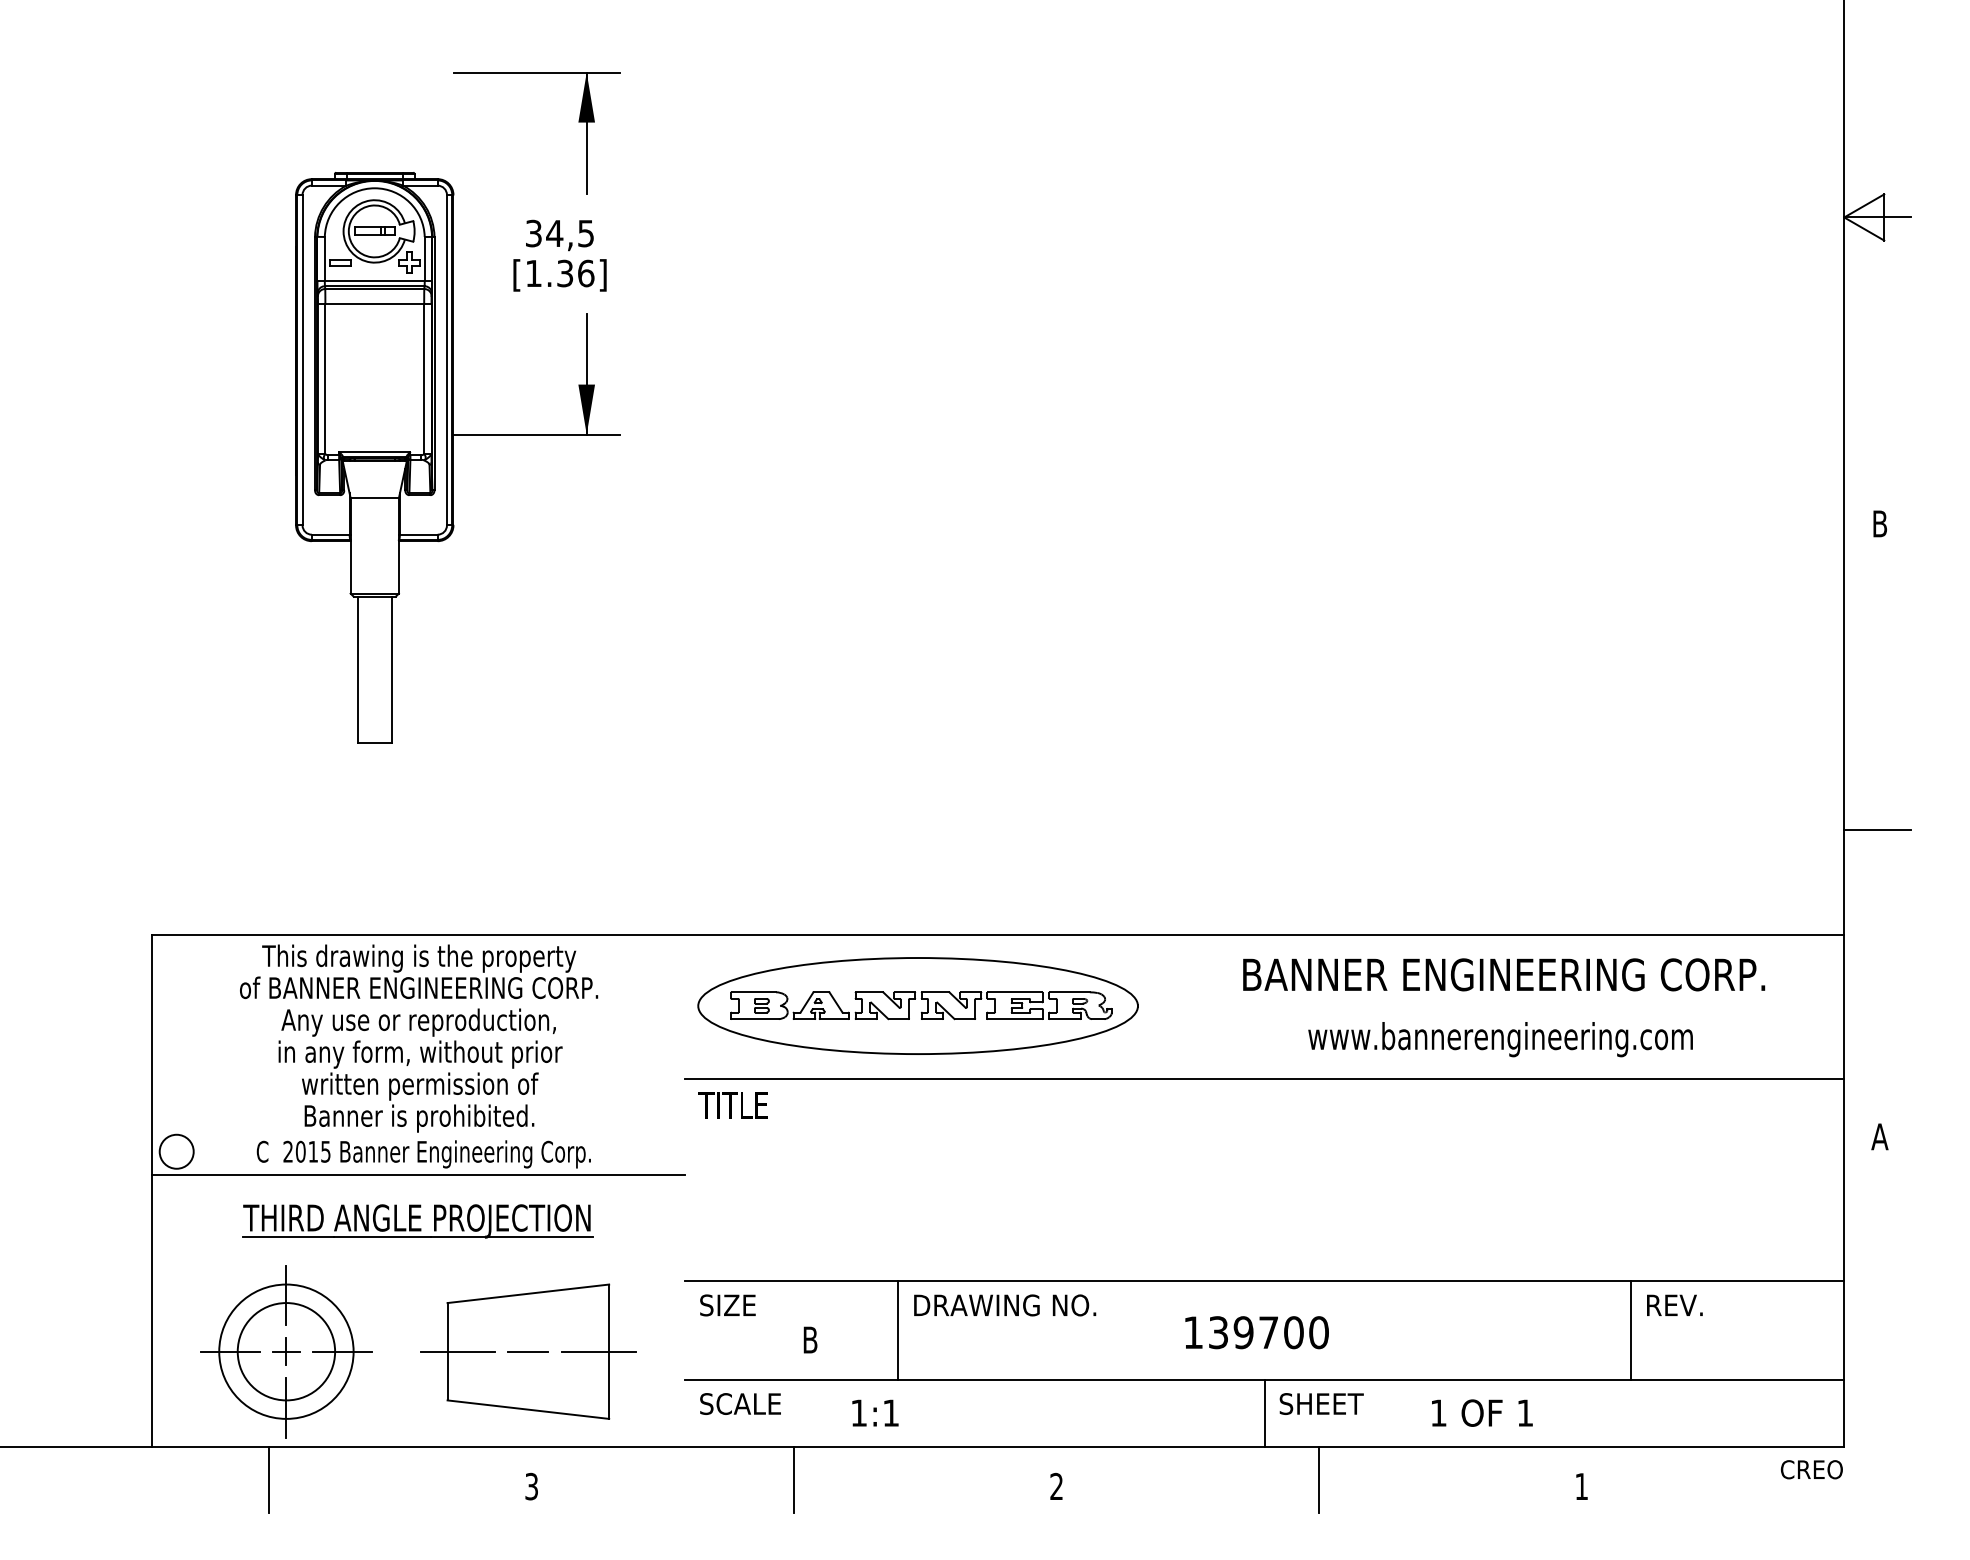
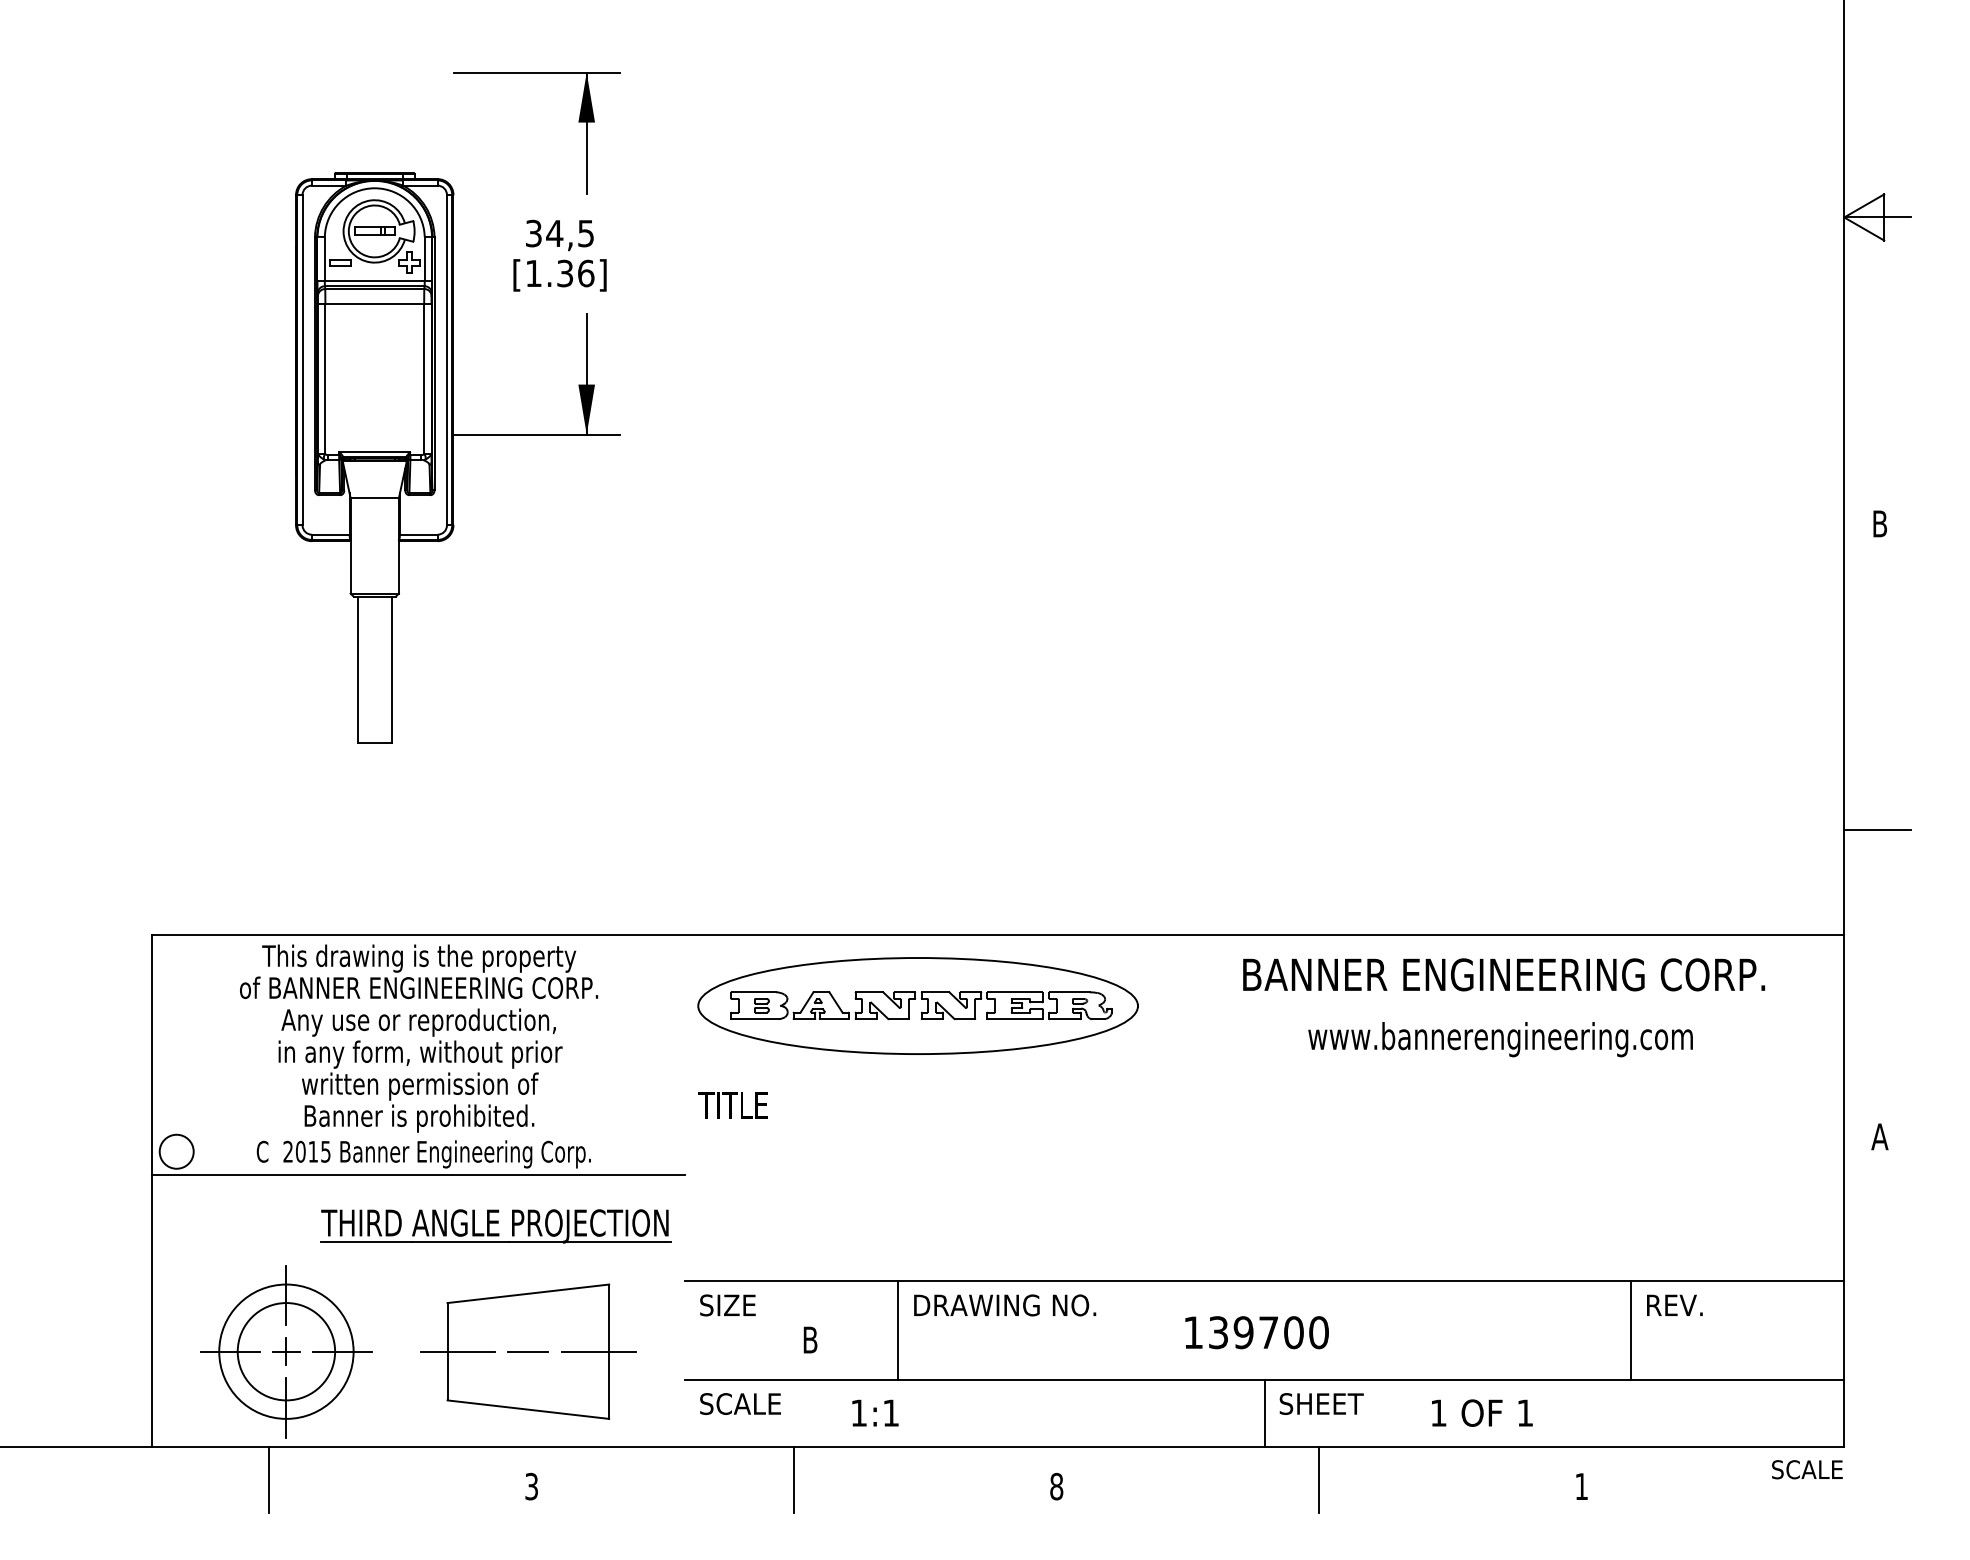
line at (1264, 1078): present -> none
part at (417, 1221) position: (417, 1221) -> (495, 1226)
text at (1807, 1469): CREO -> SCALE
text at (1056, 1486): 2 -> 8
